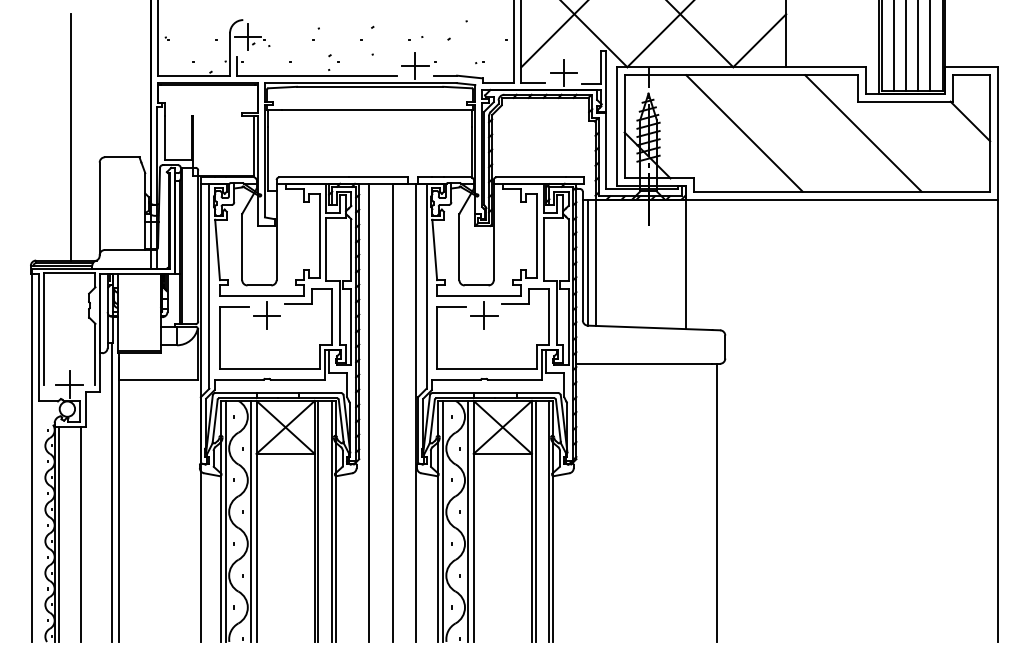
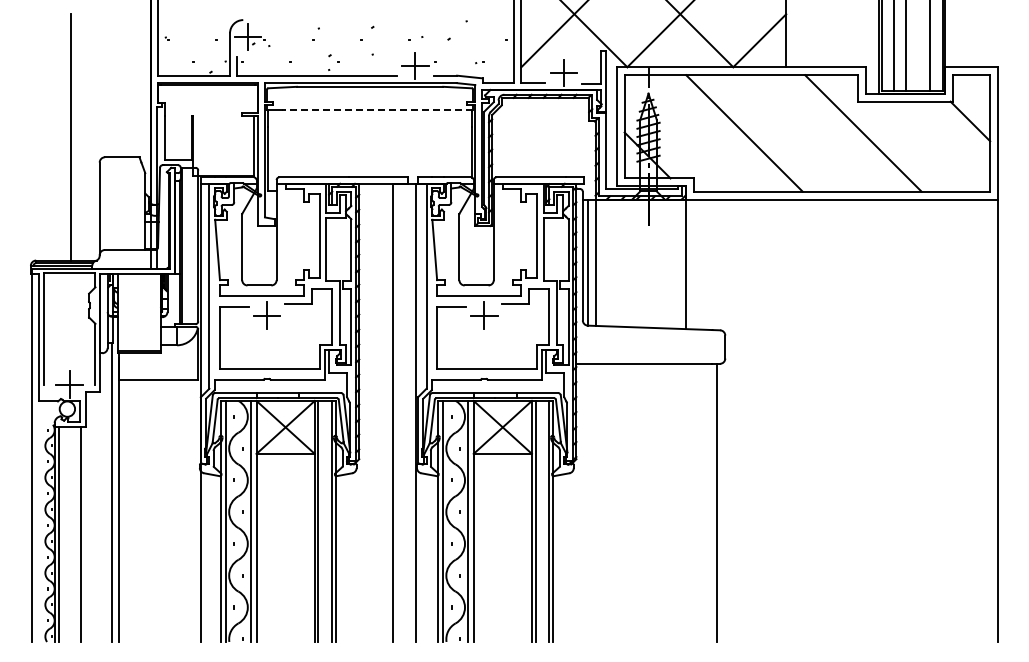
line at (918, 46): present -> none
line at (377, 109): solid -> dashed
line at (368, 412): present -> none
